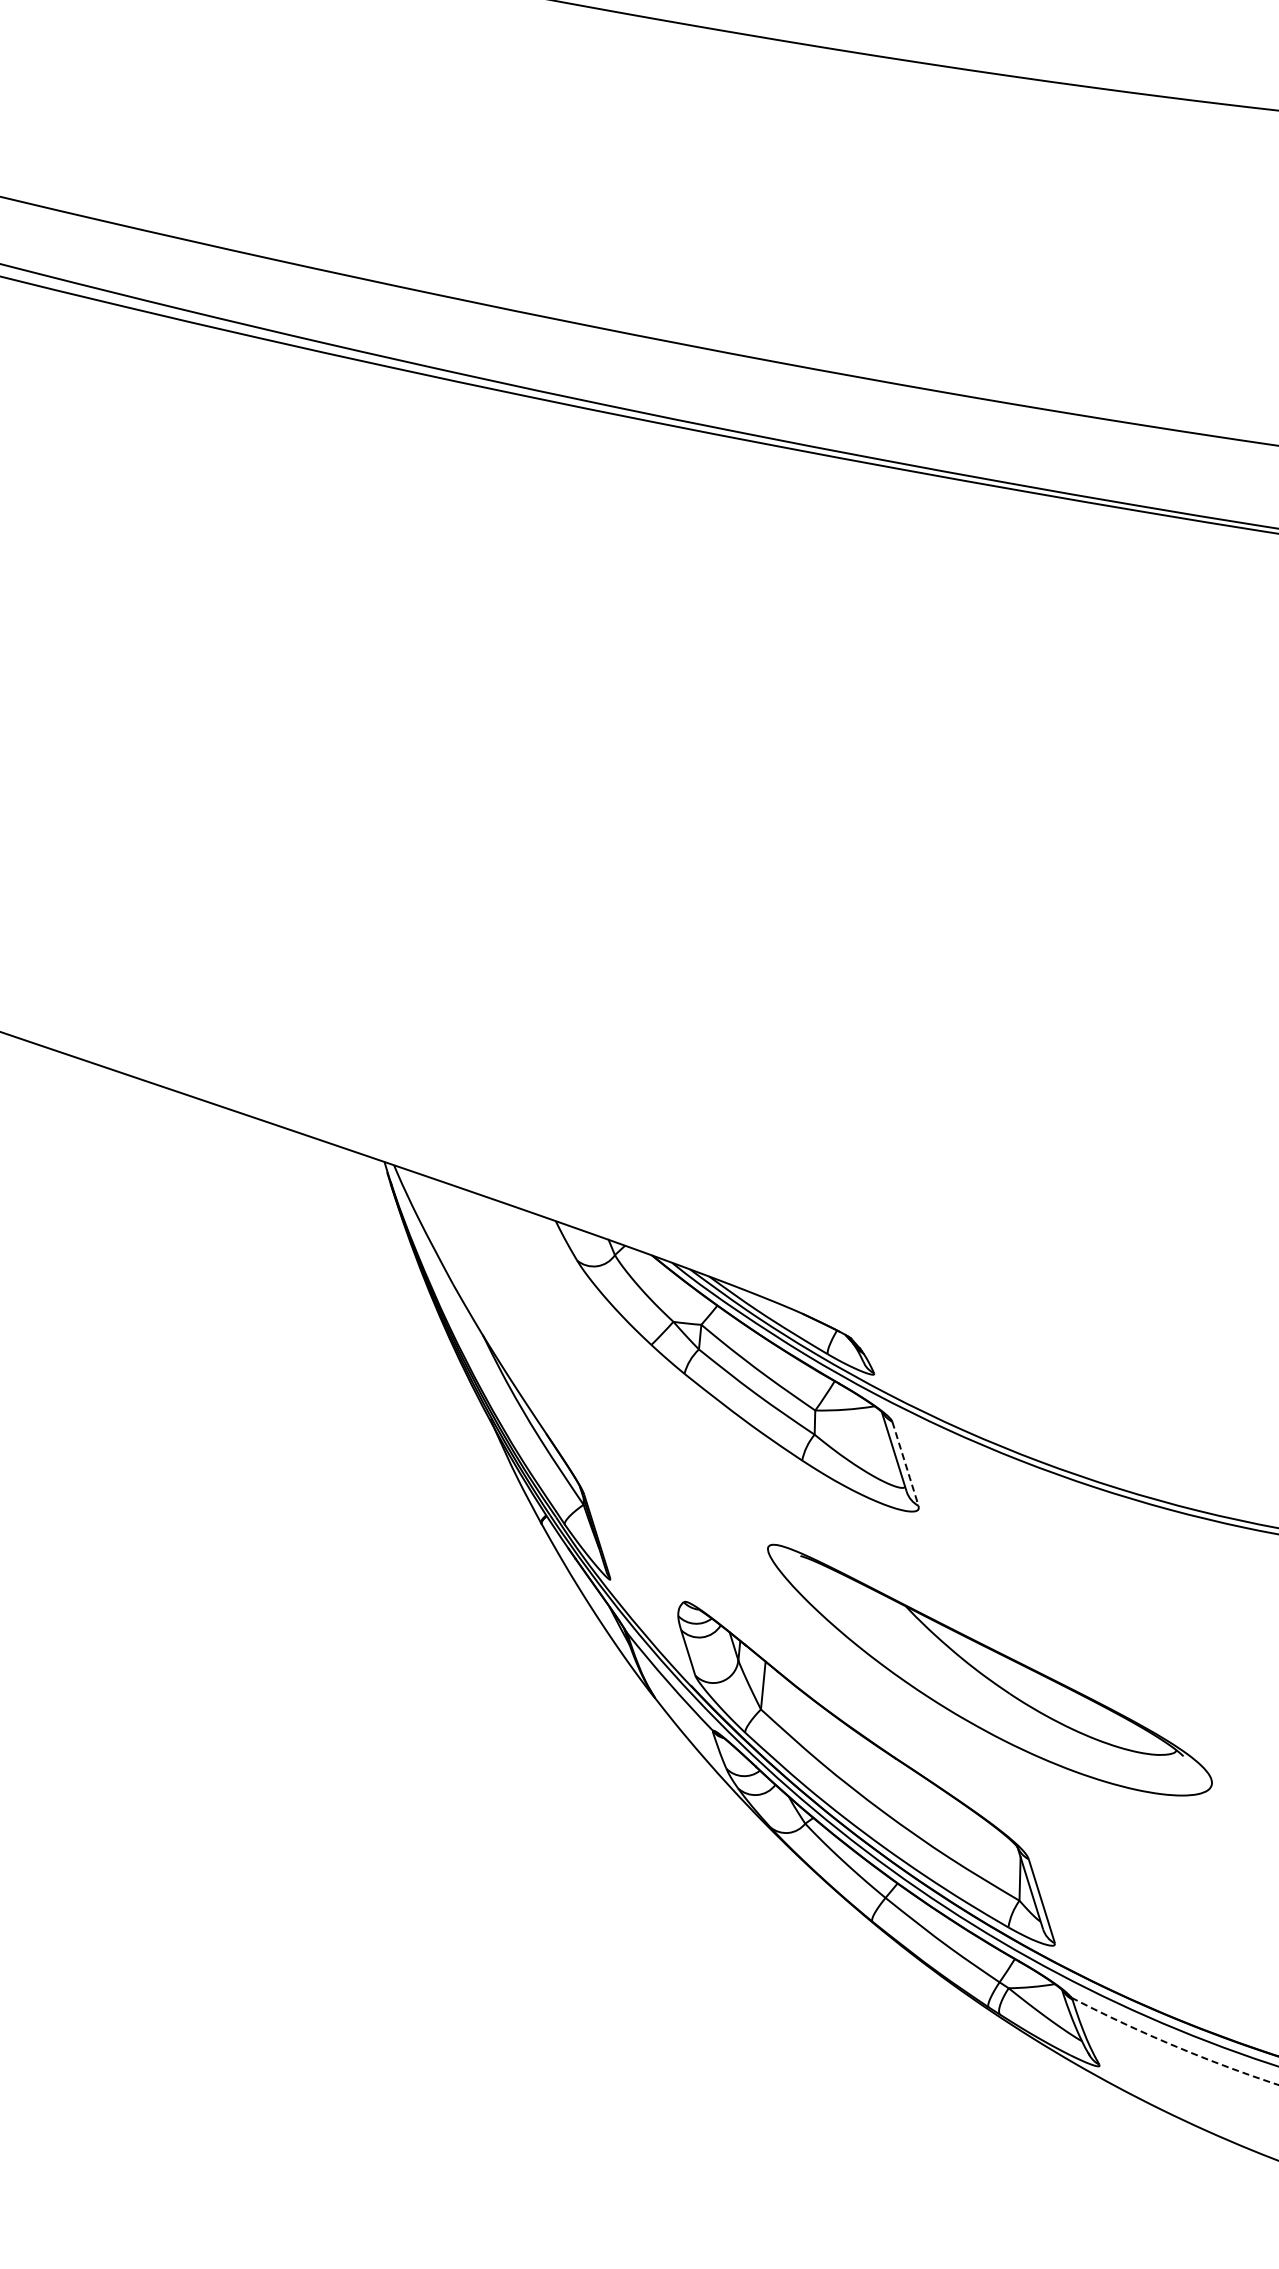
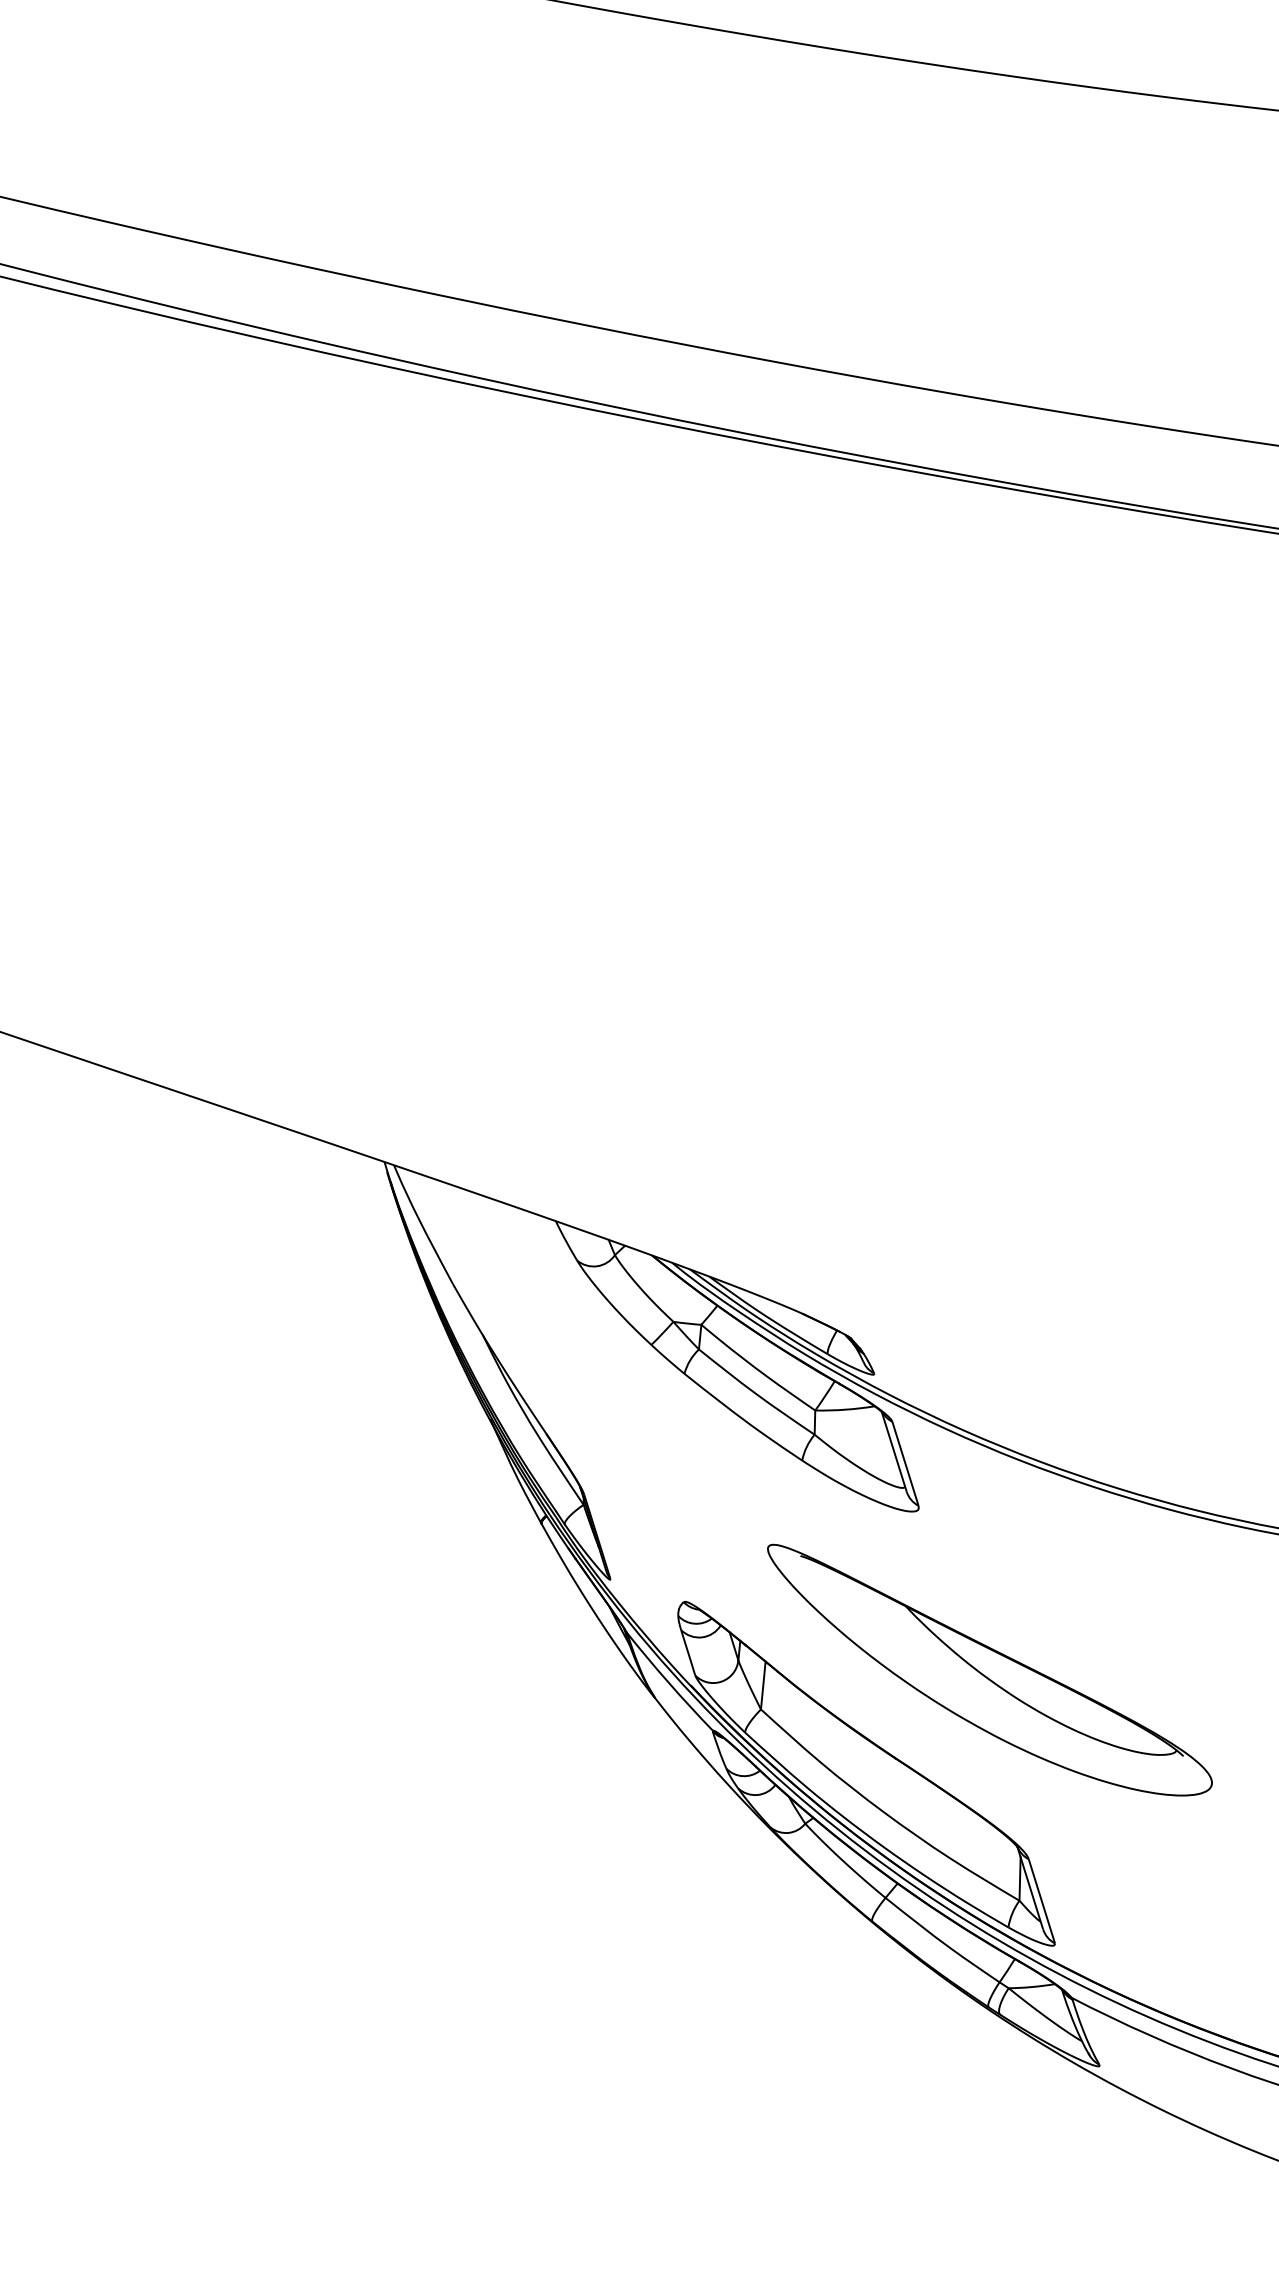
line at (905, 1464): dashed -> solid
arc at (1174, 2045): dashed -> solid
